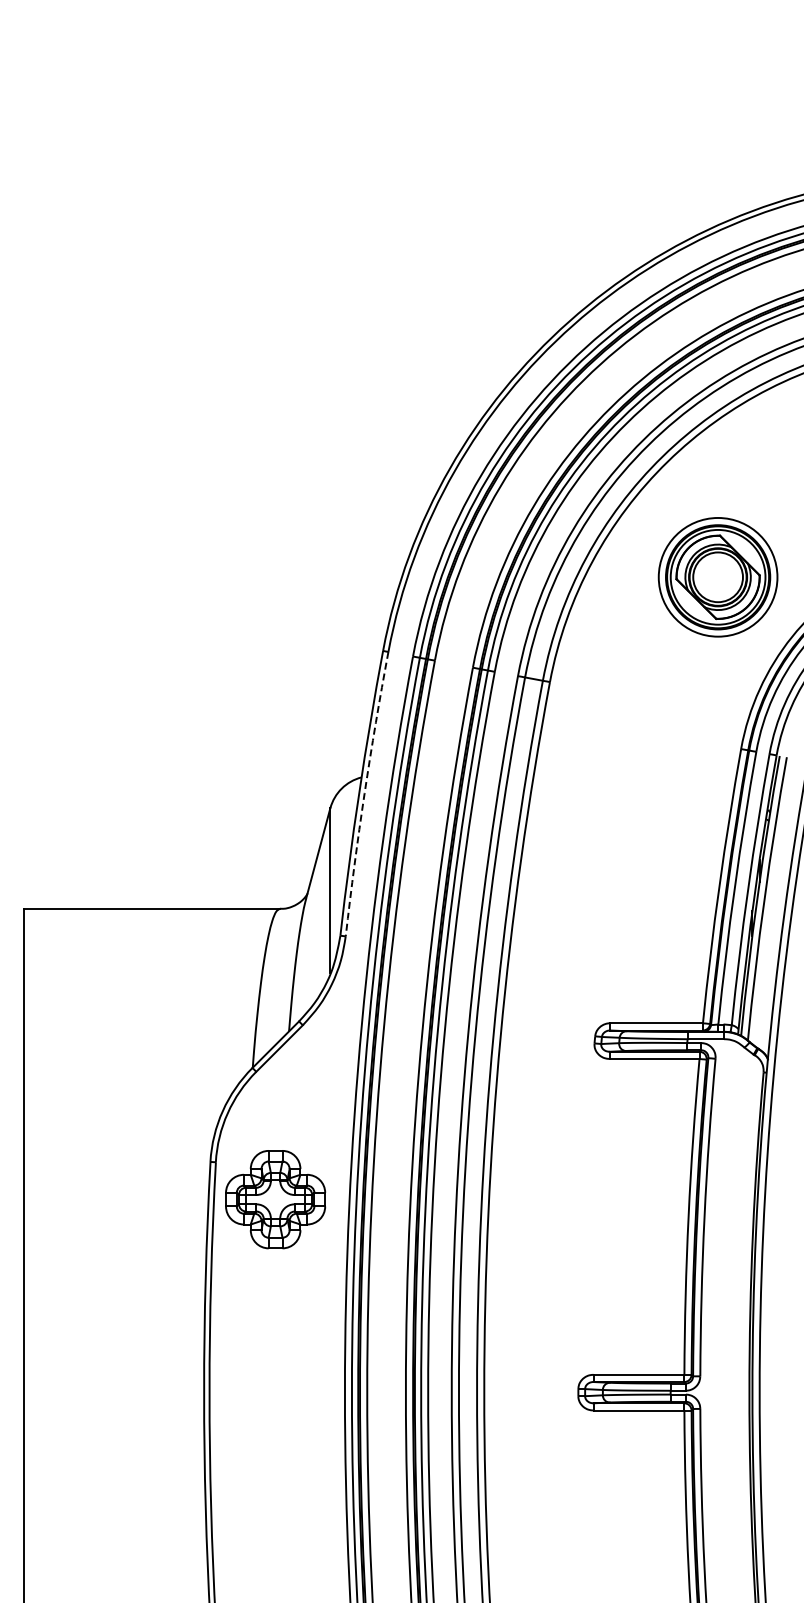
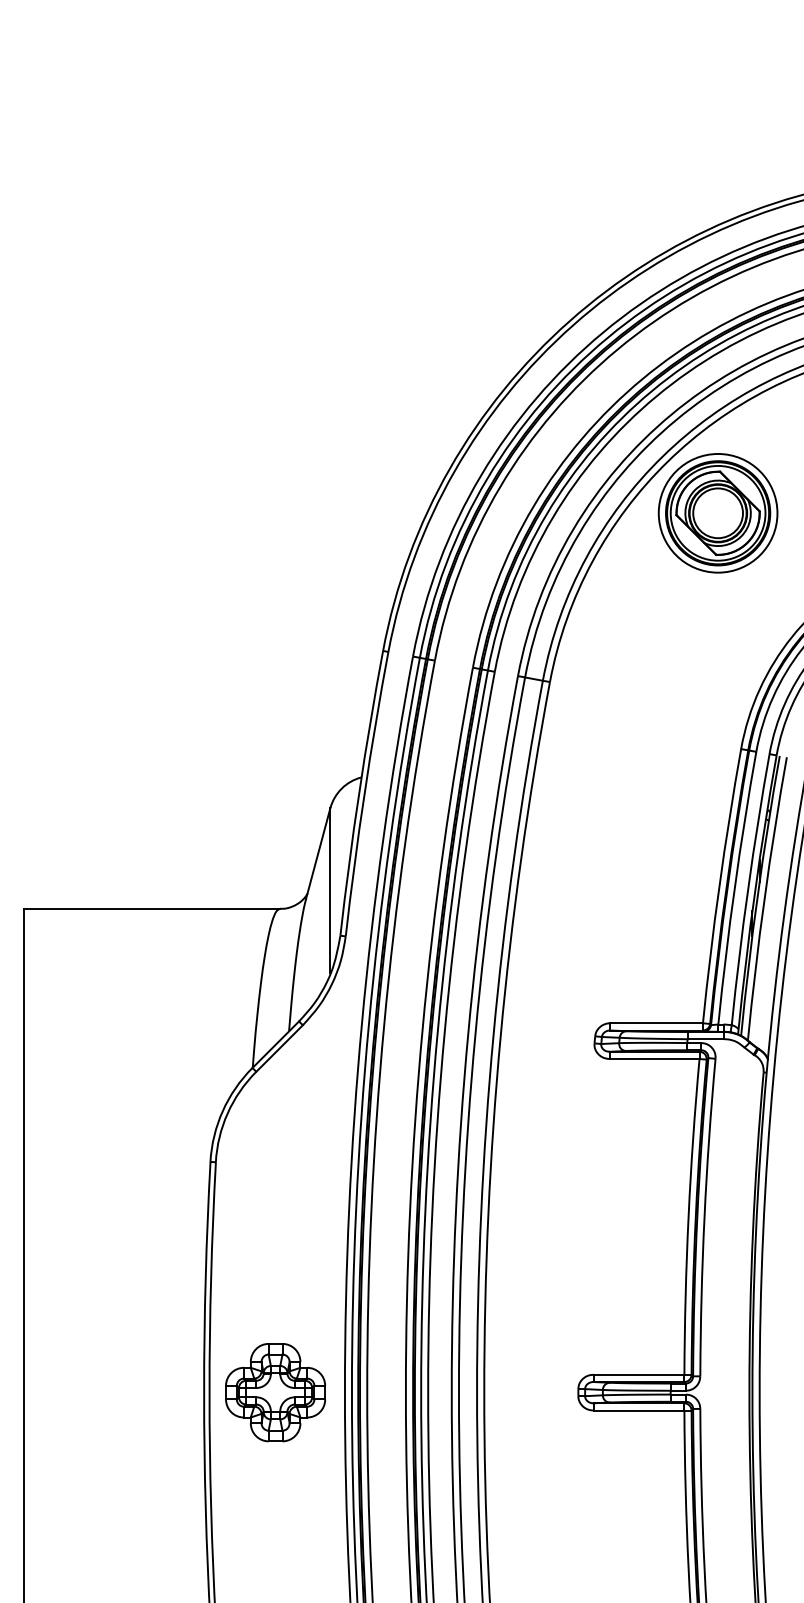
part at (717, 577) position: (717, 577) -> (717, 513)
arc at (364, 793): dashed -> solid
part at (275, 1199) position: (275, 1199) -> (275, 1392)
